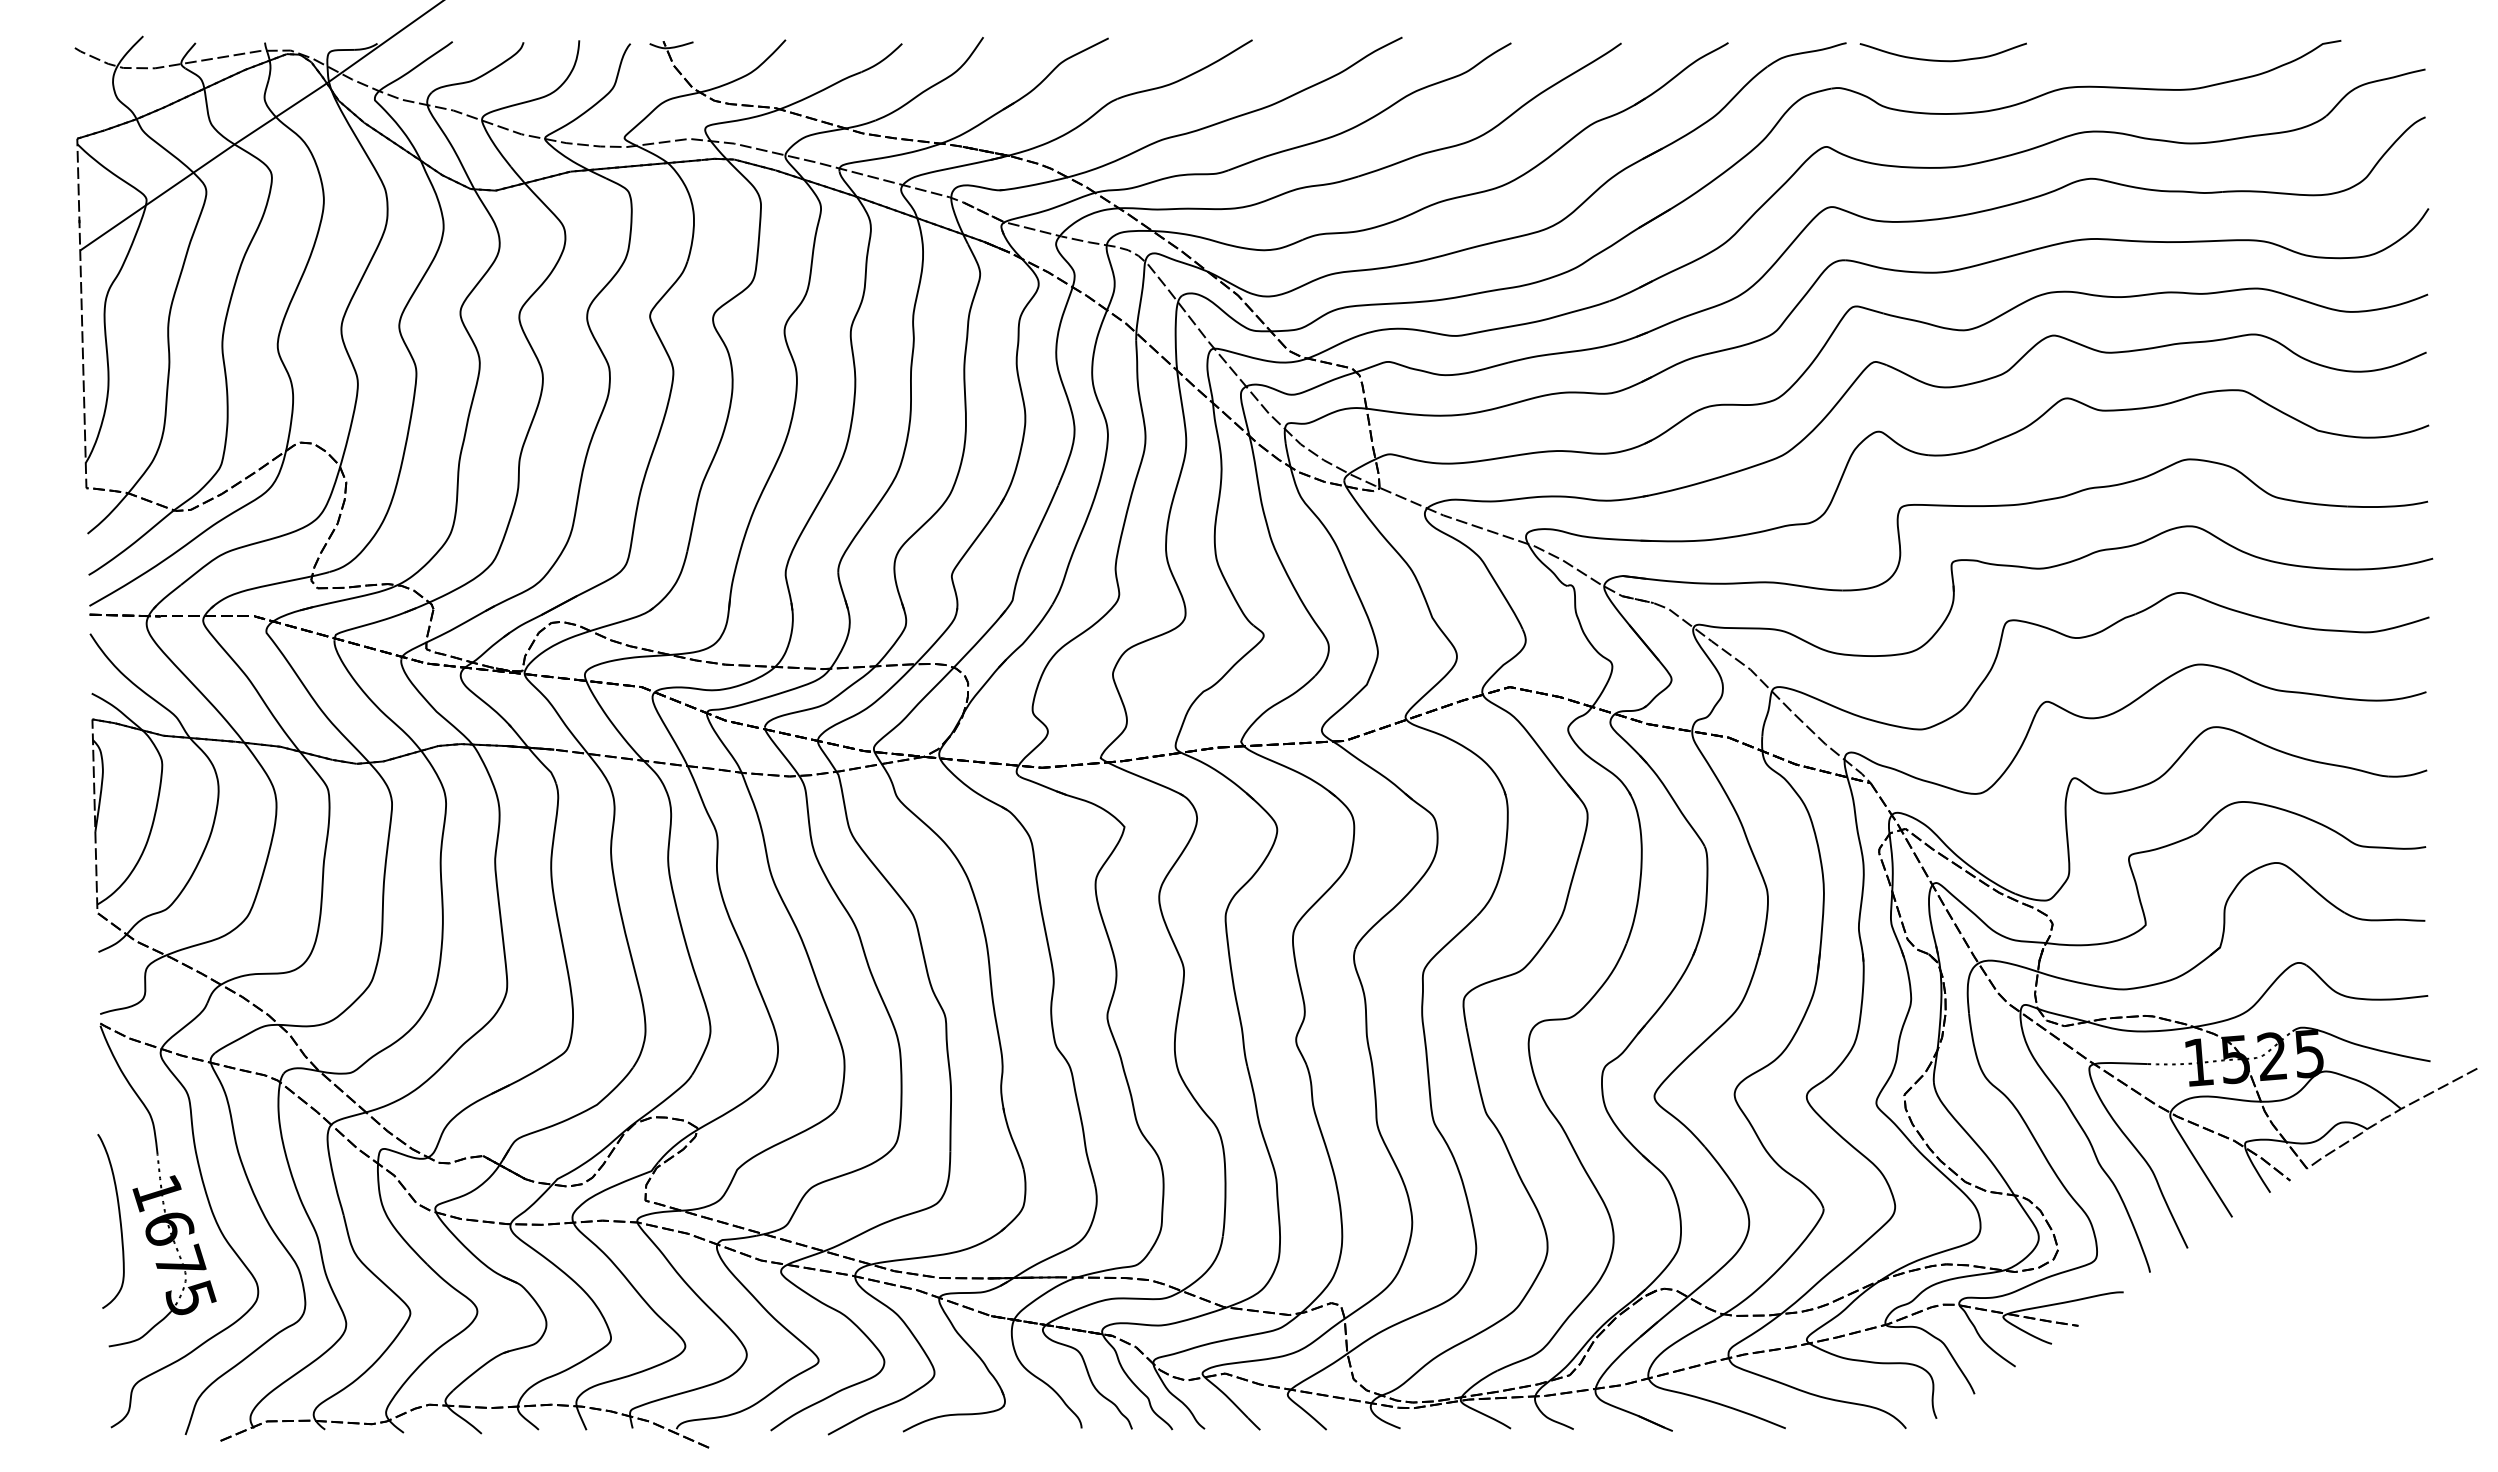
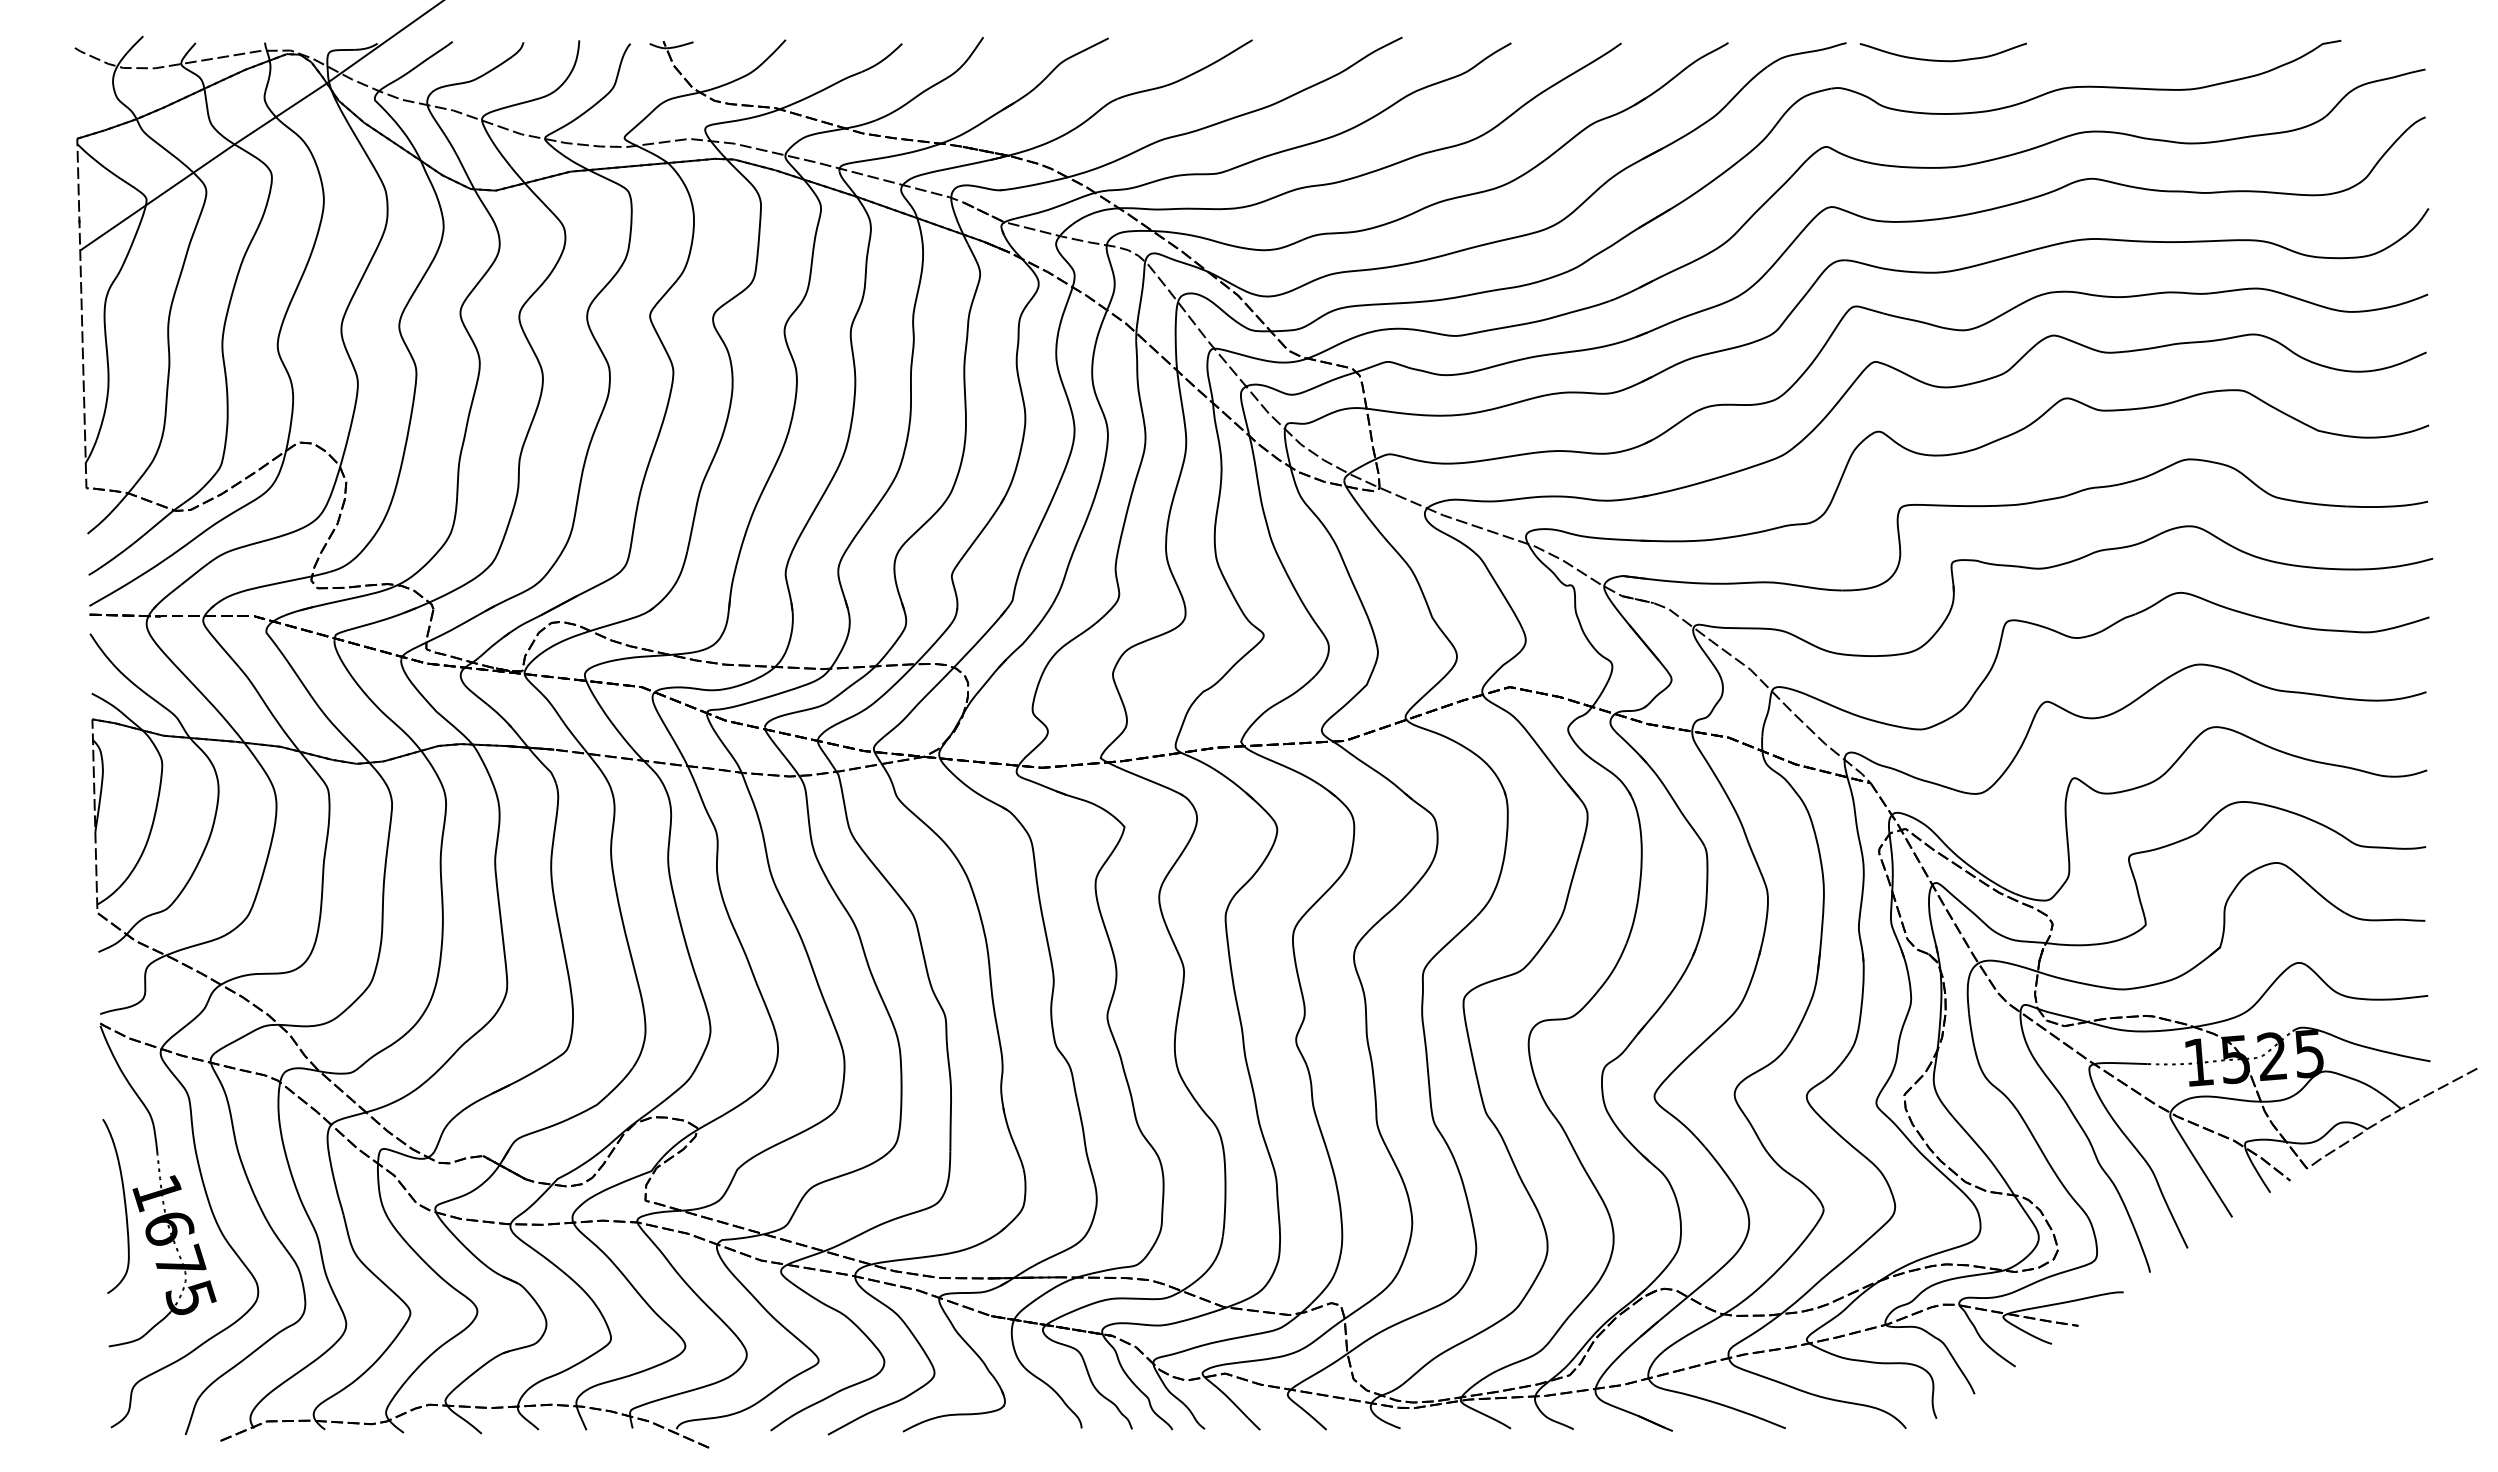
curve at (119, 1221) position: (119, 1221) -> (124, 1206)
